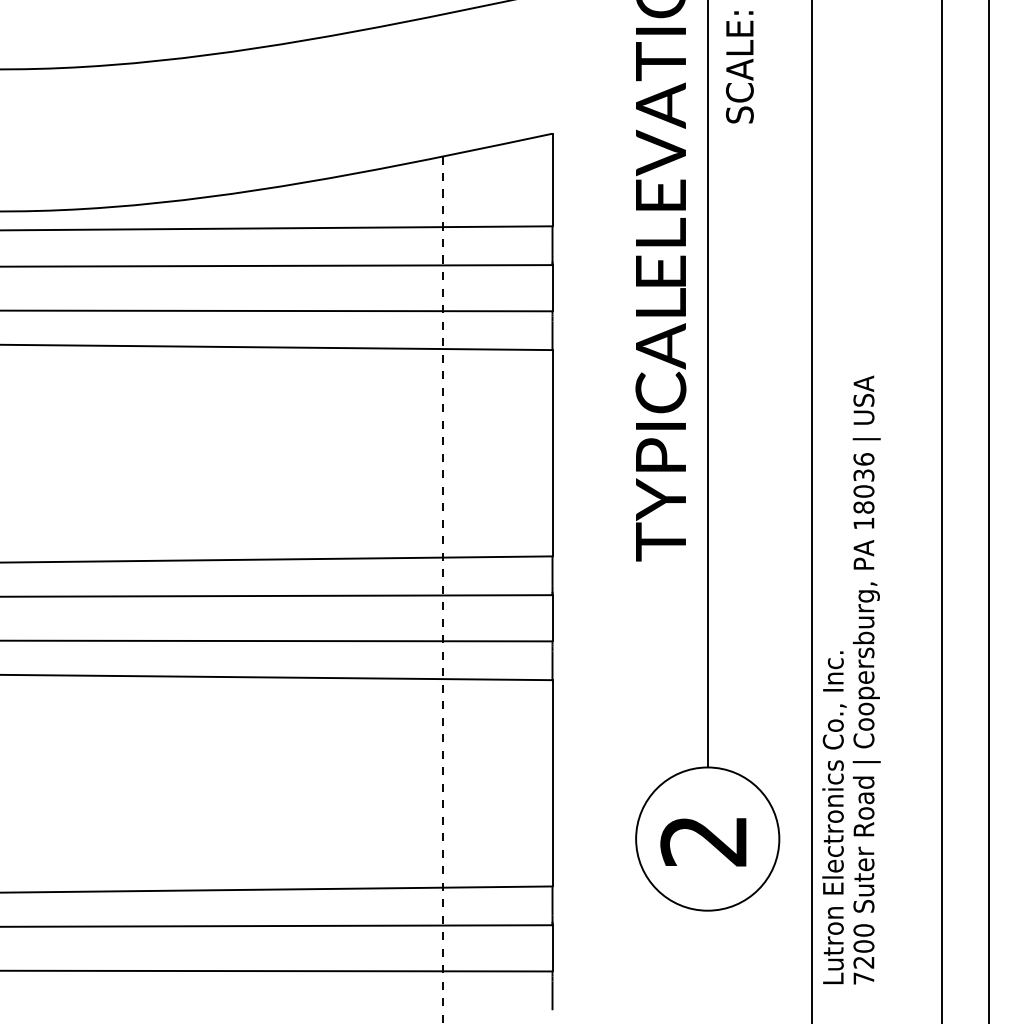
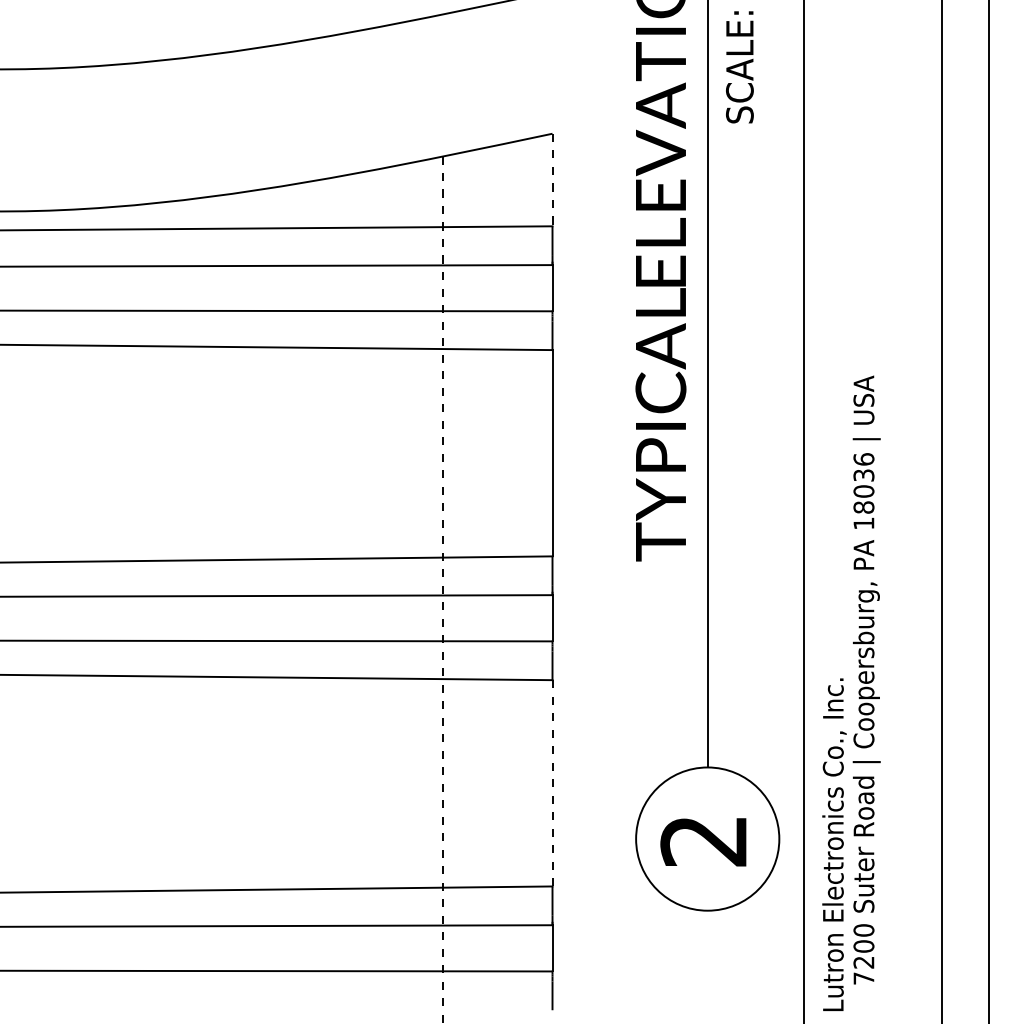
line at (552, 180): solid -> dashed
line at (812, 511) position: (812, 511) -> (804, 511)
line at (552, 783): solid -> dashed
text at (834, 817) position: (834, 817) -> (834, 844)
